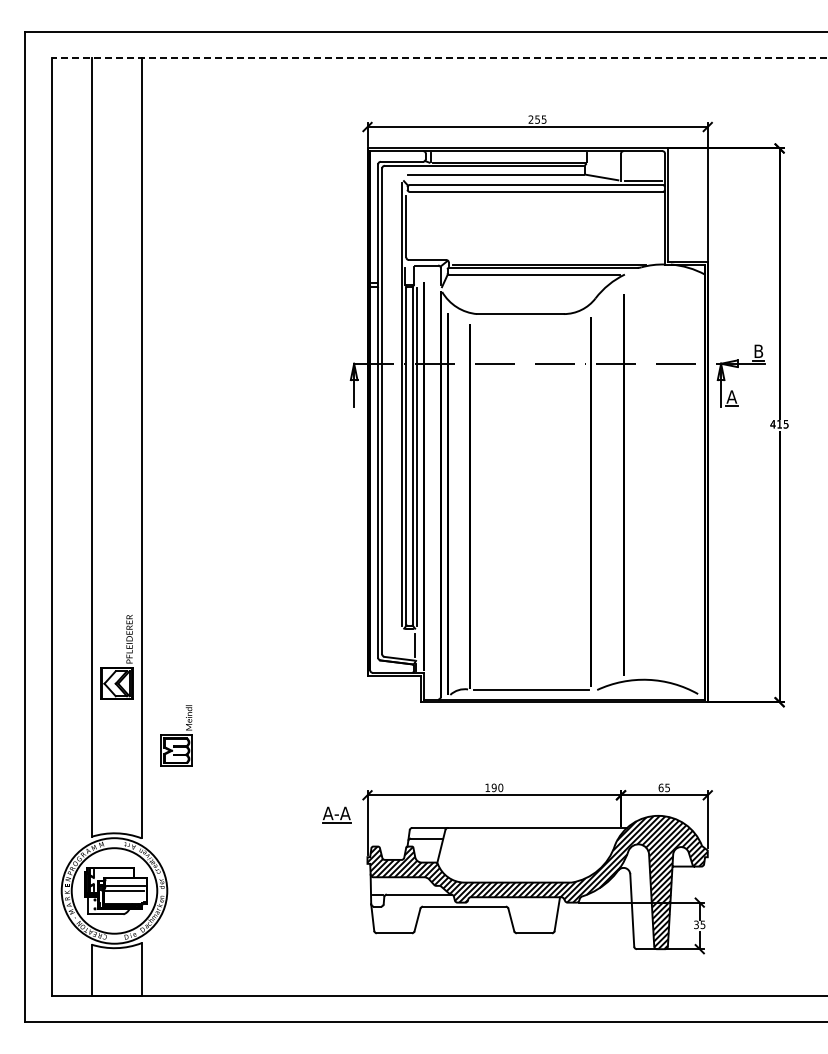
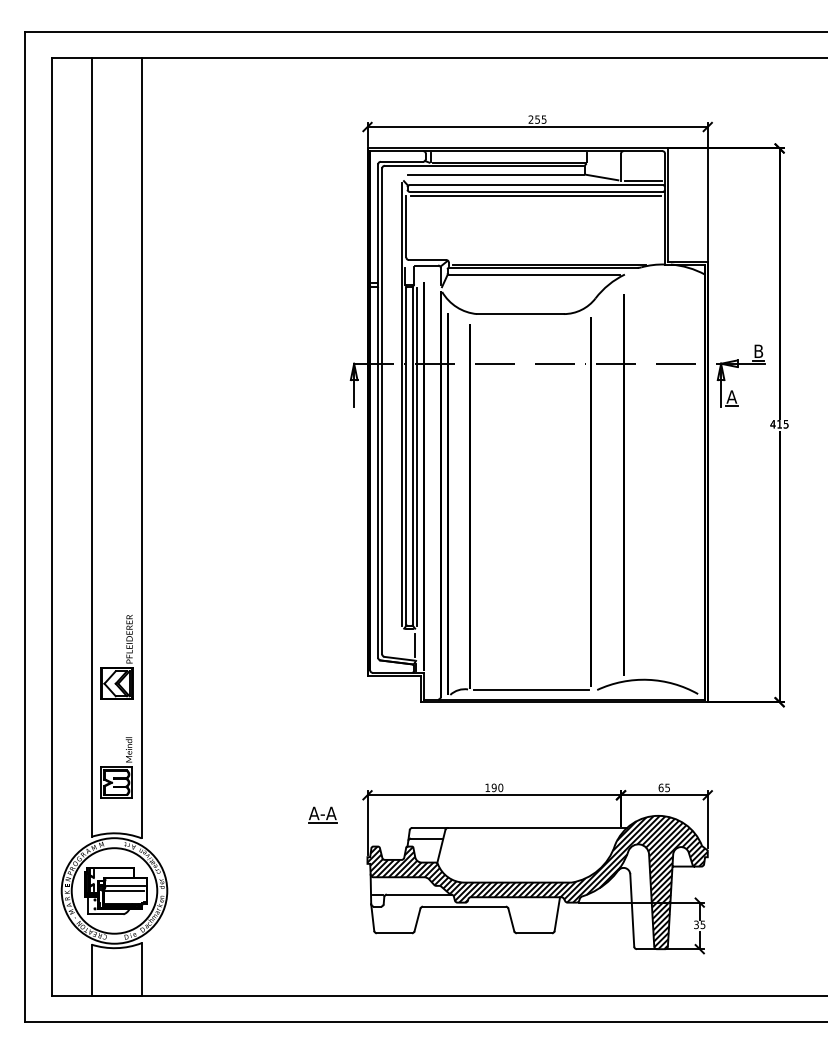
line at (439, 58): dashed -> solid
line at (536, 195): none -> present
part at (176, 735) position: (176, 735) -> (116, 767)
part at (336, 814) position: (336, 814) -> (322, 814)
